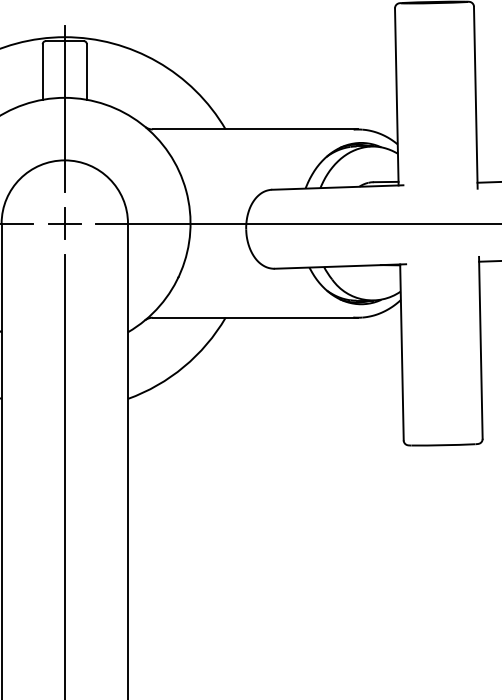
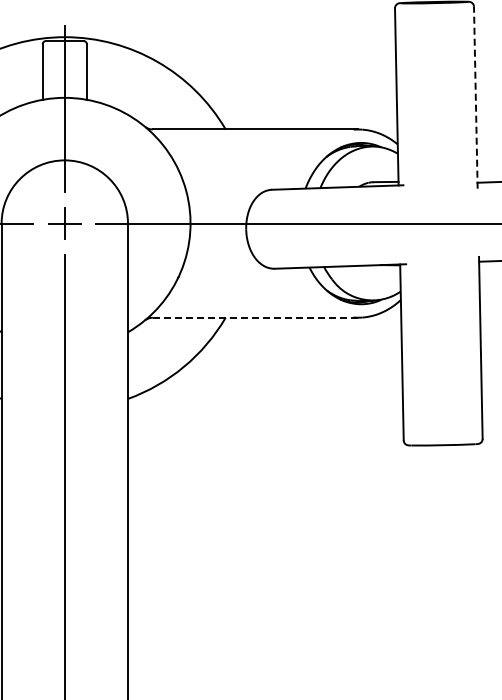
line at (475, 97): solid -> dashed
line at (255, 317): solid -> dashed
